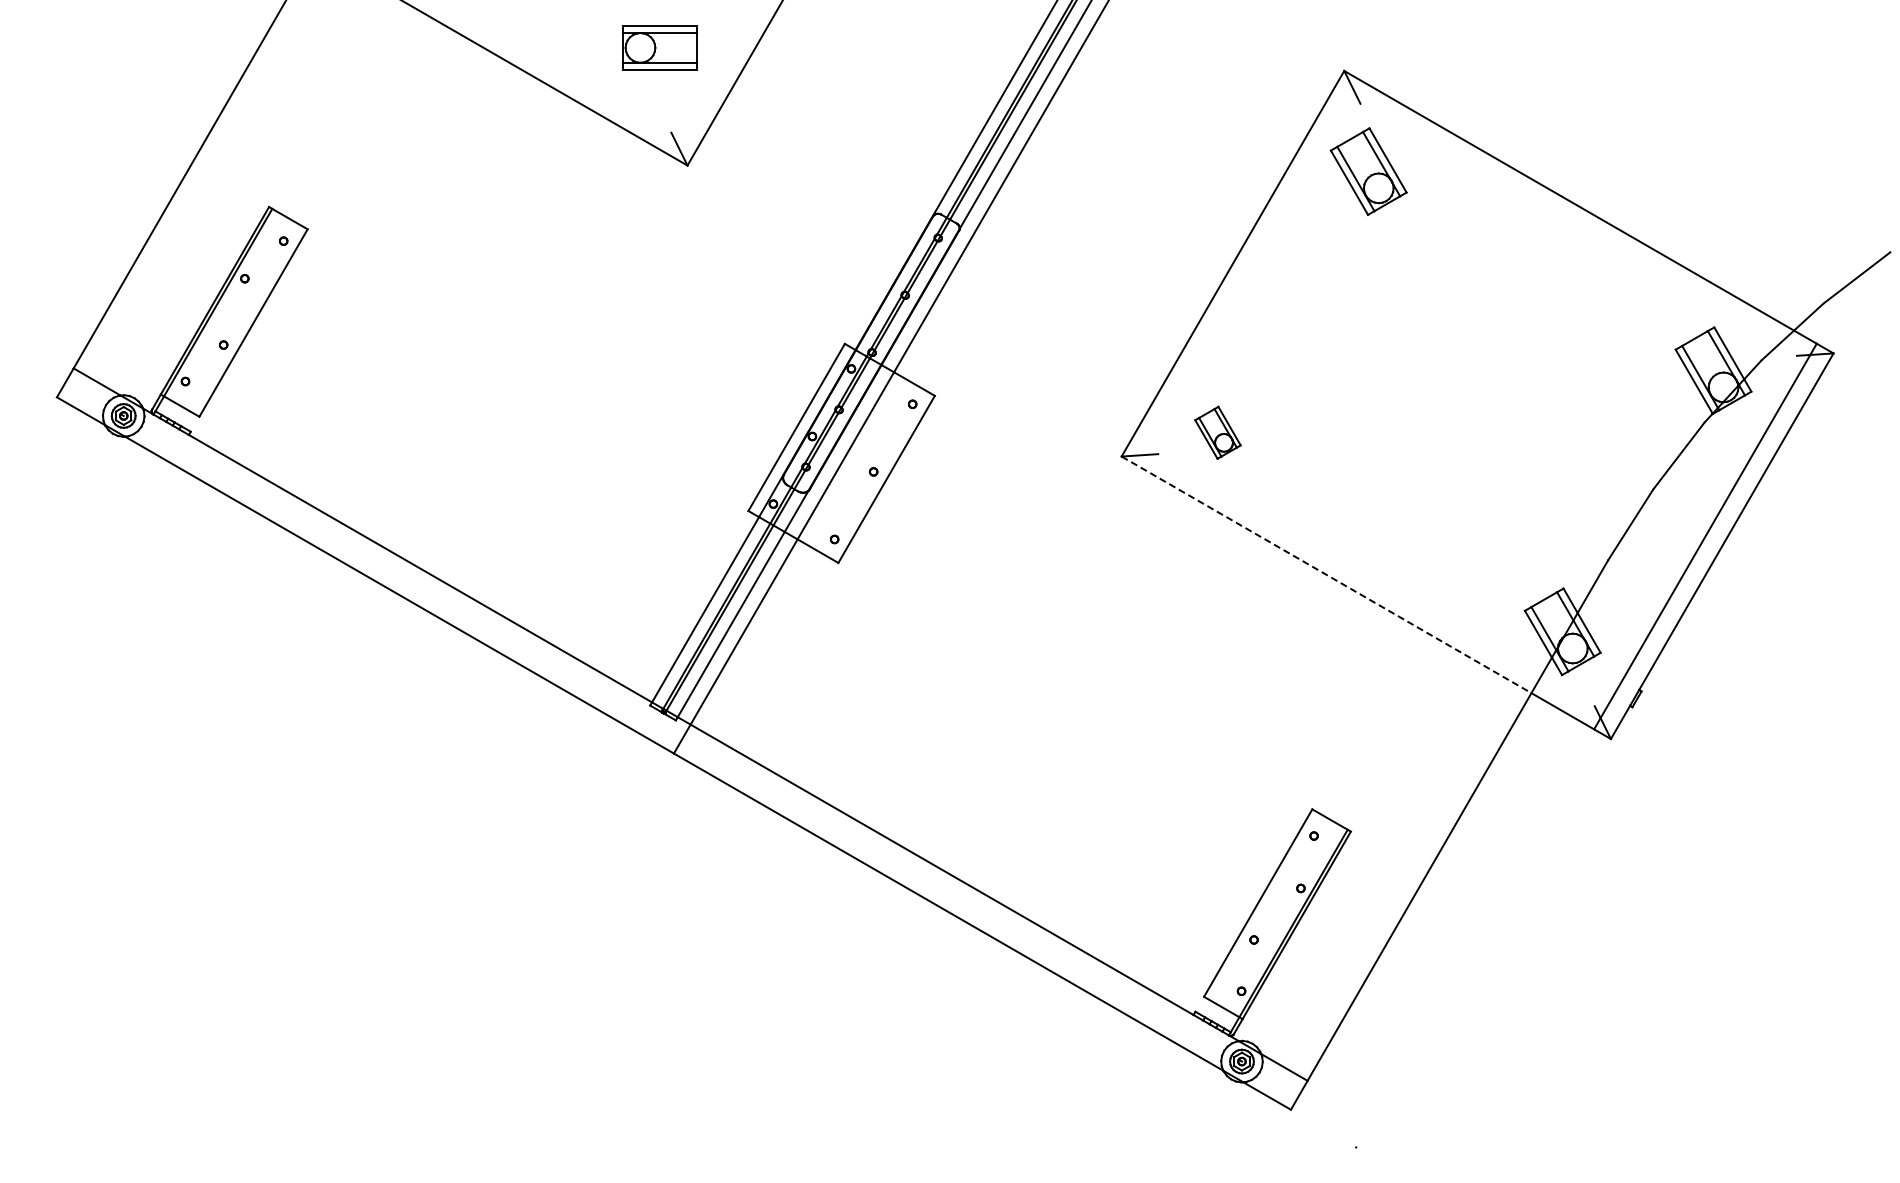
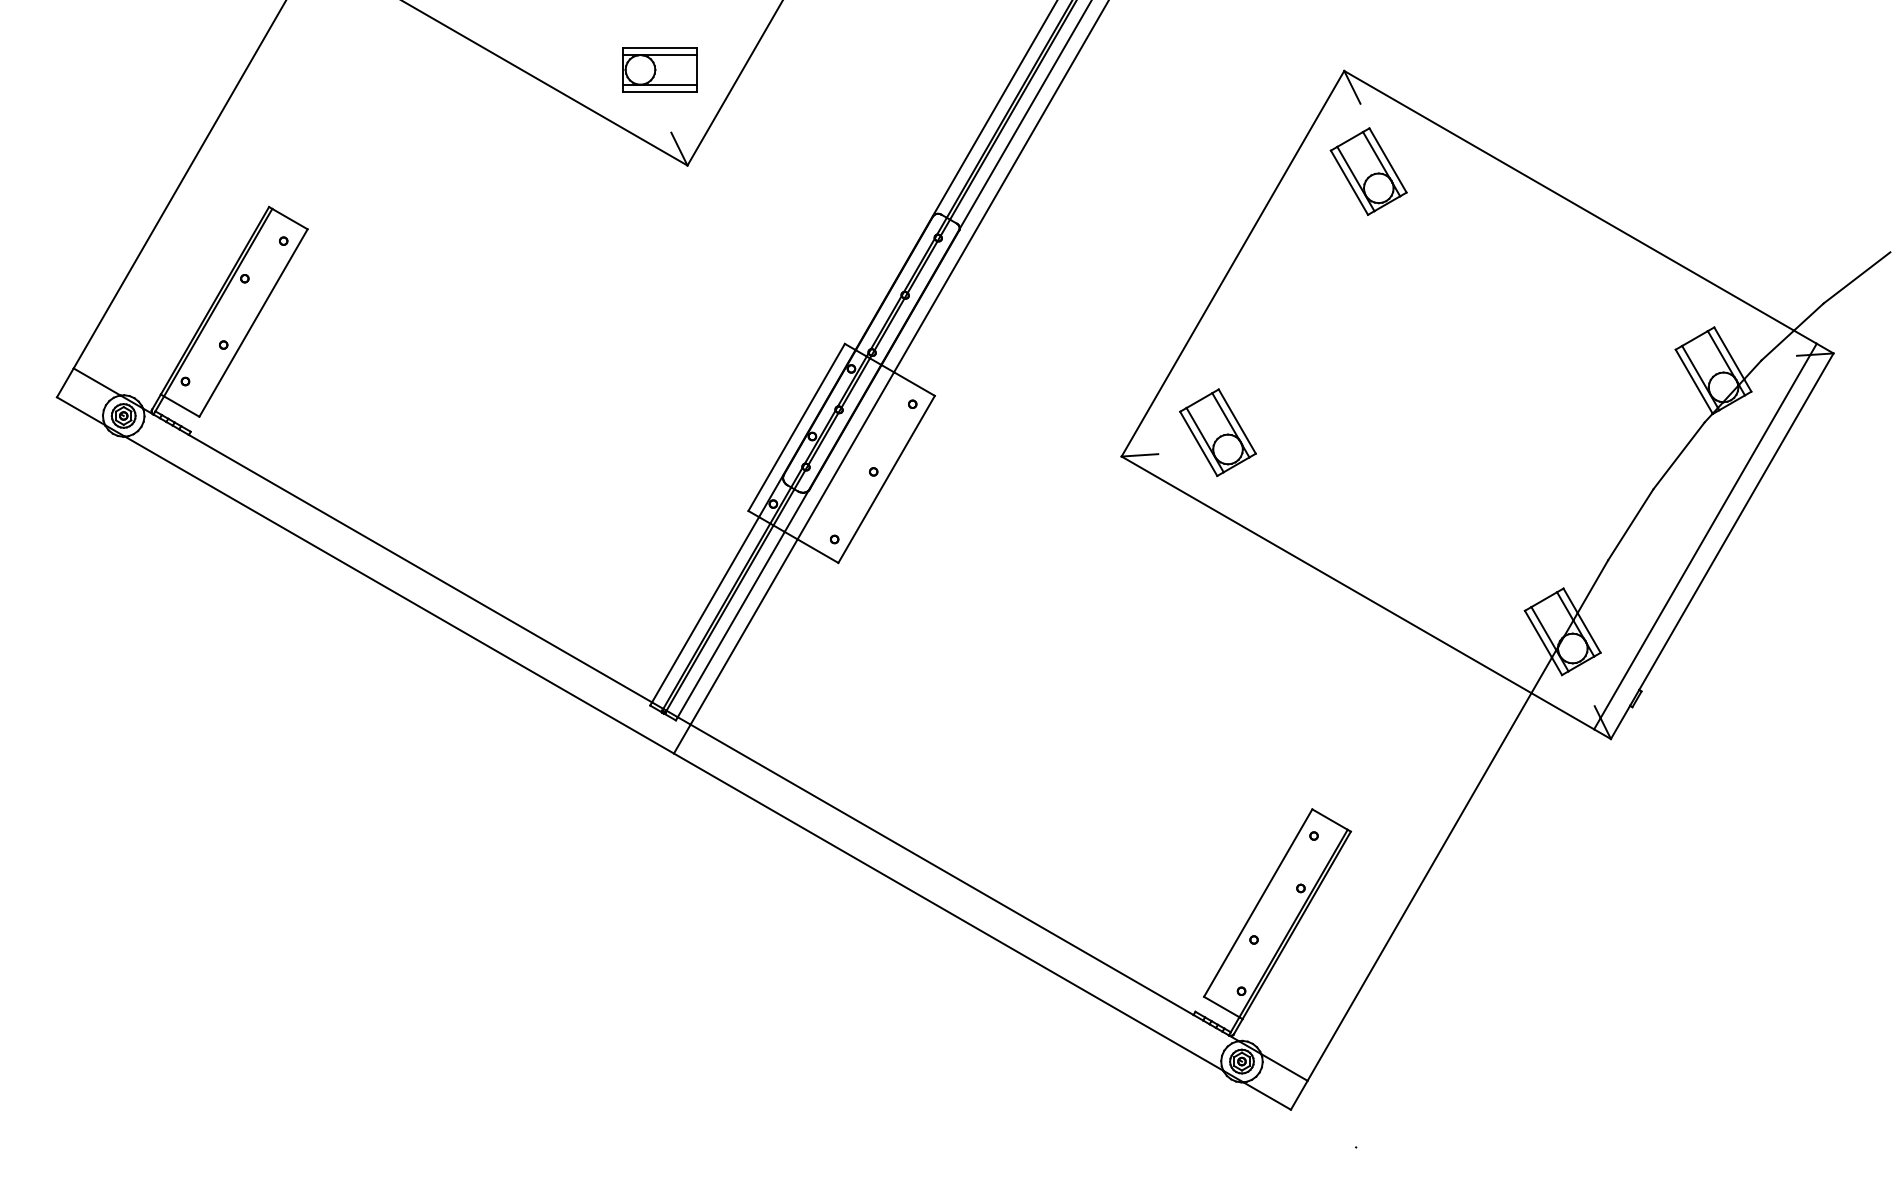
part at (659, 47) position: (659, 47) -> (659, 69)
part at (1217, 432) size: 48x55 px -> 78x90 px
line at (1326, 574): dashed -> solid
